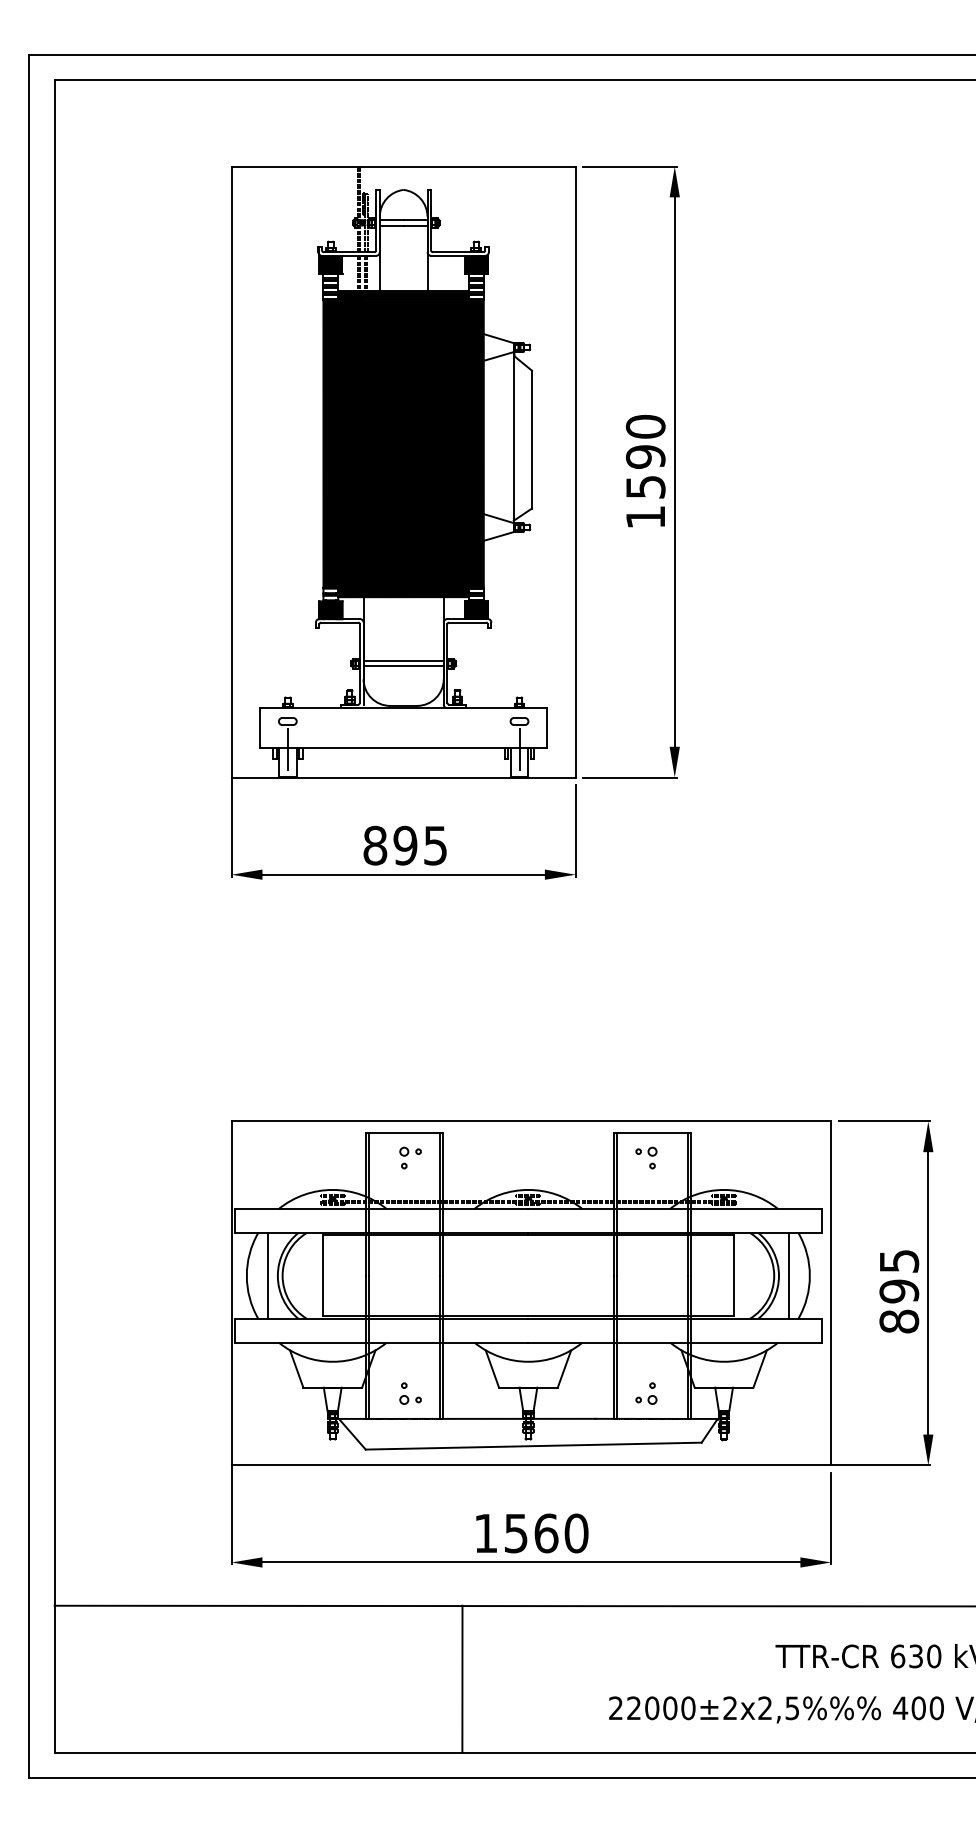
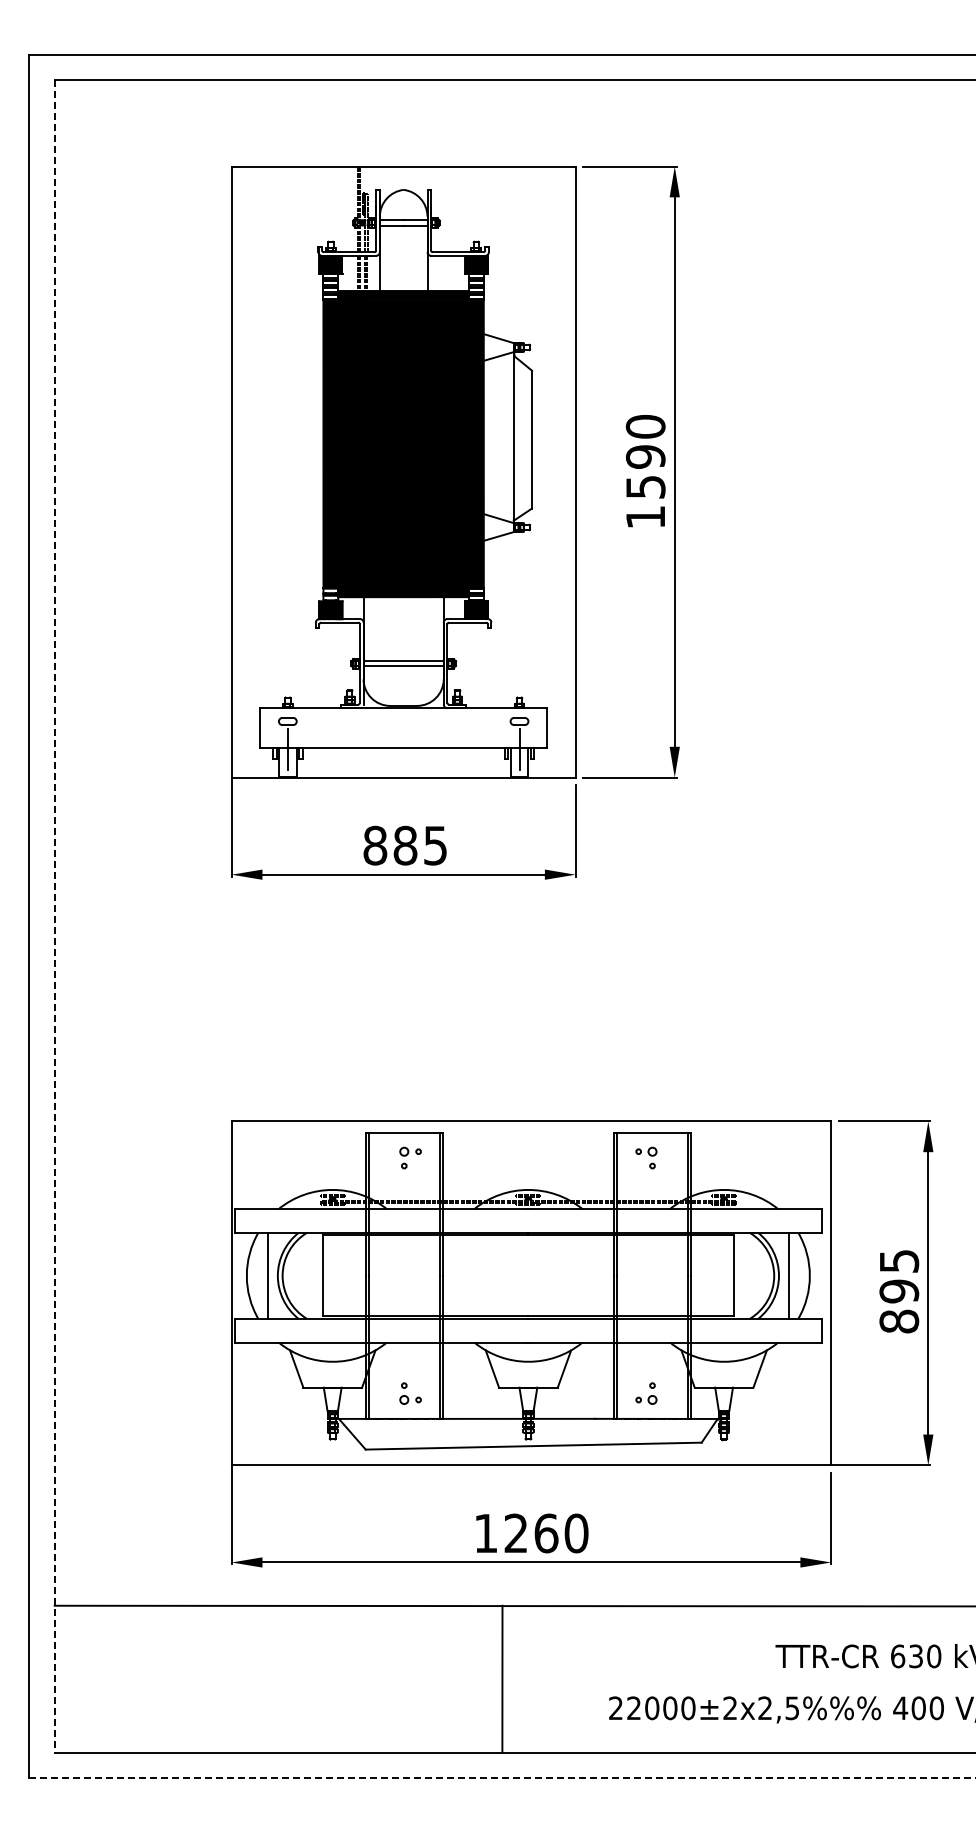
text at (405, 845): 895 -> 885
line at (54, 916): solid -> dashed
text at (515, 1533): 1560 -> 1260
line at (462, 1678) position: (462, 1678) -> (502, 1678)
line at (502, 1778): solid -> dashed
